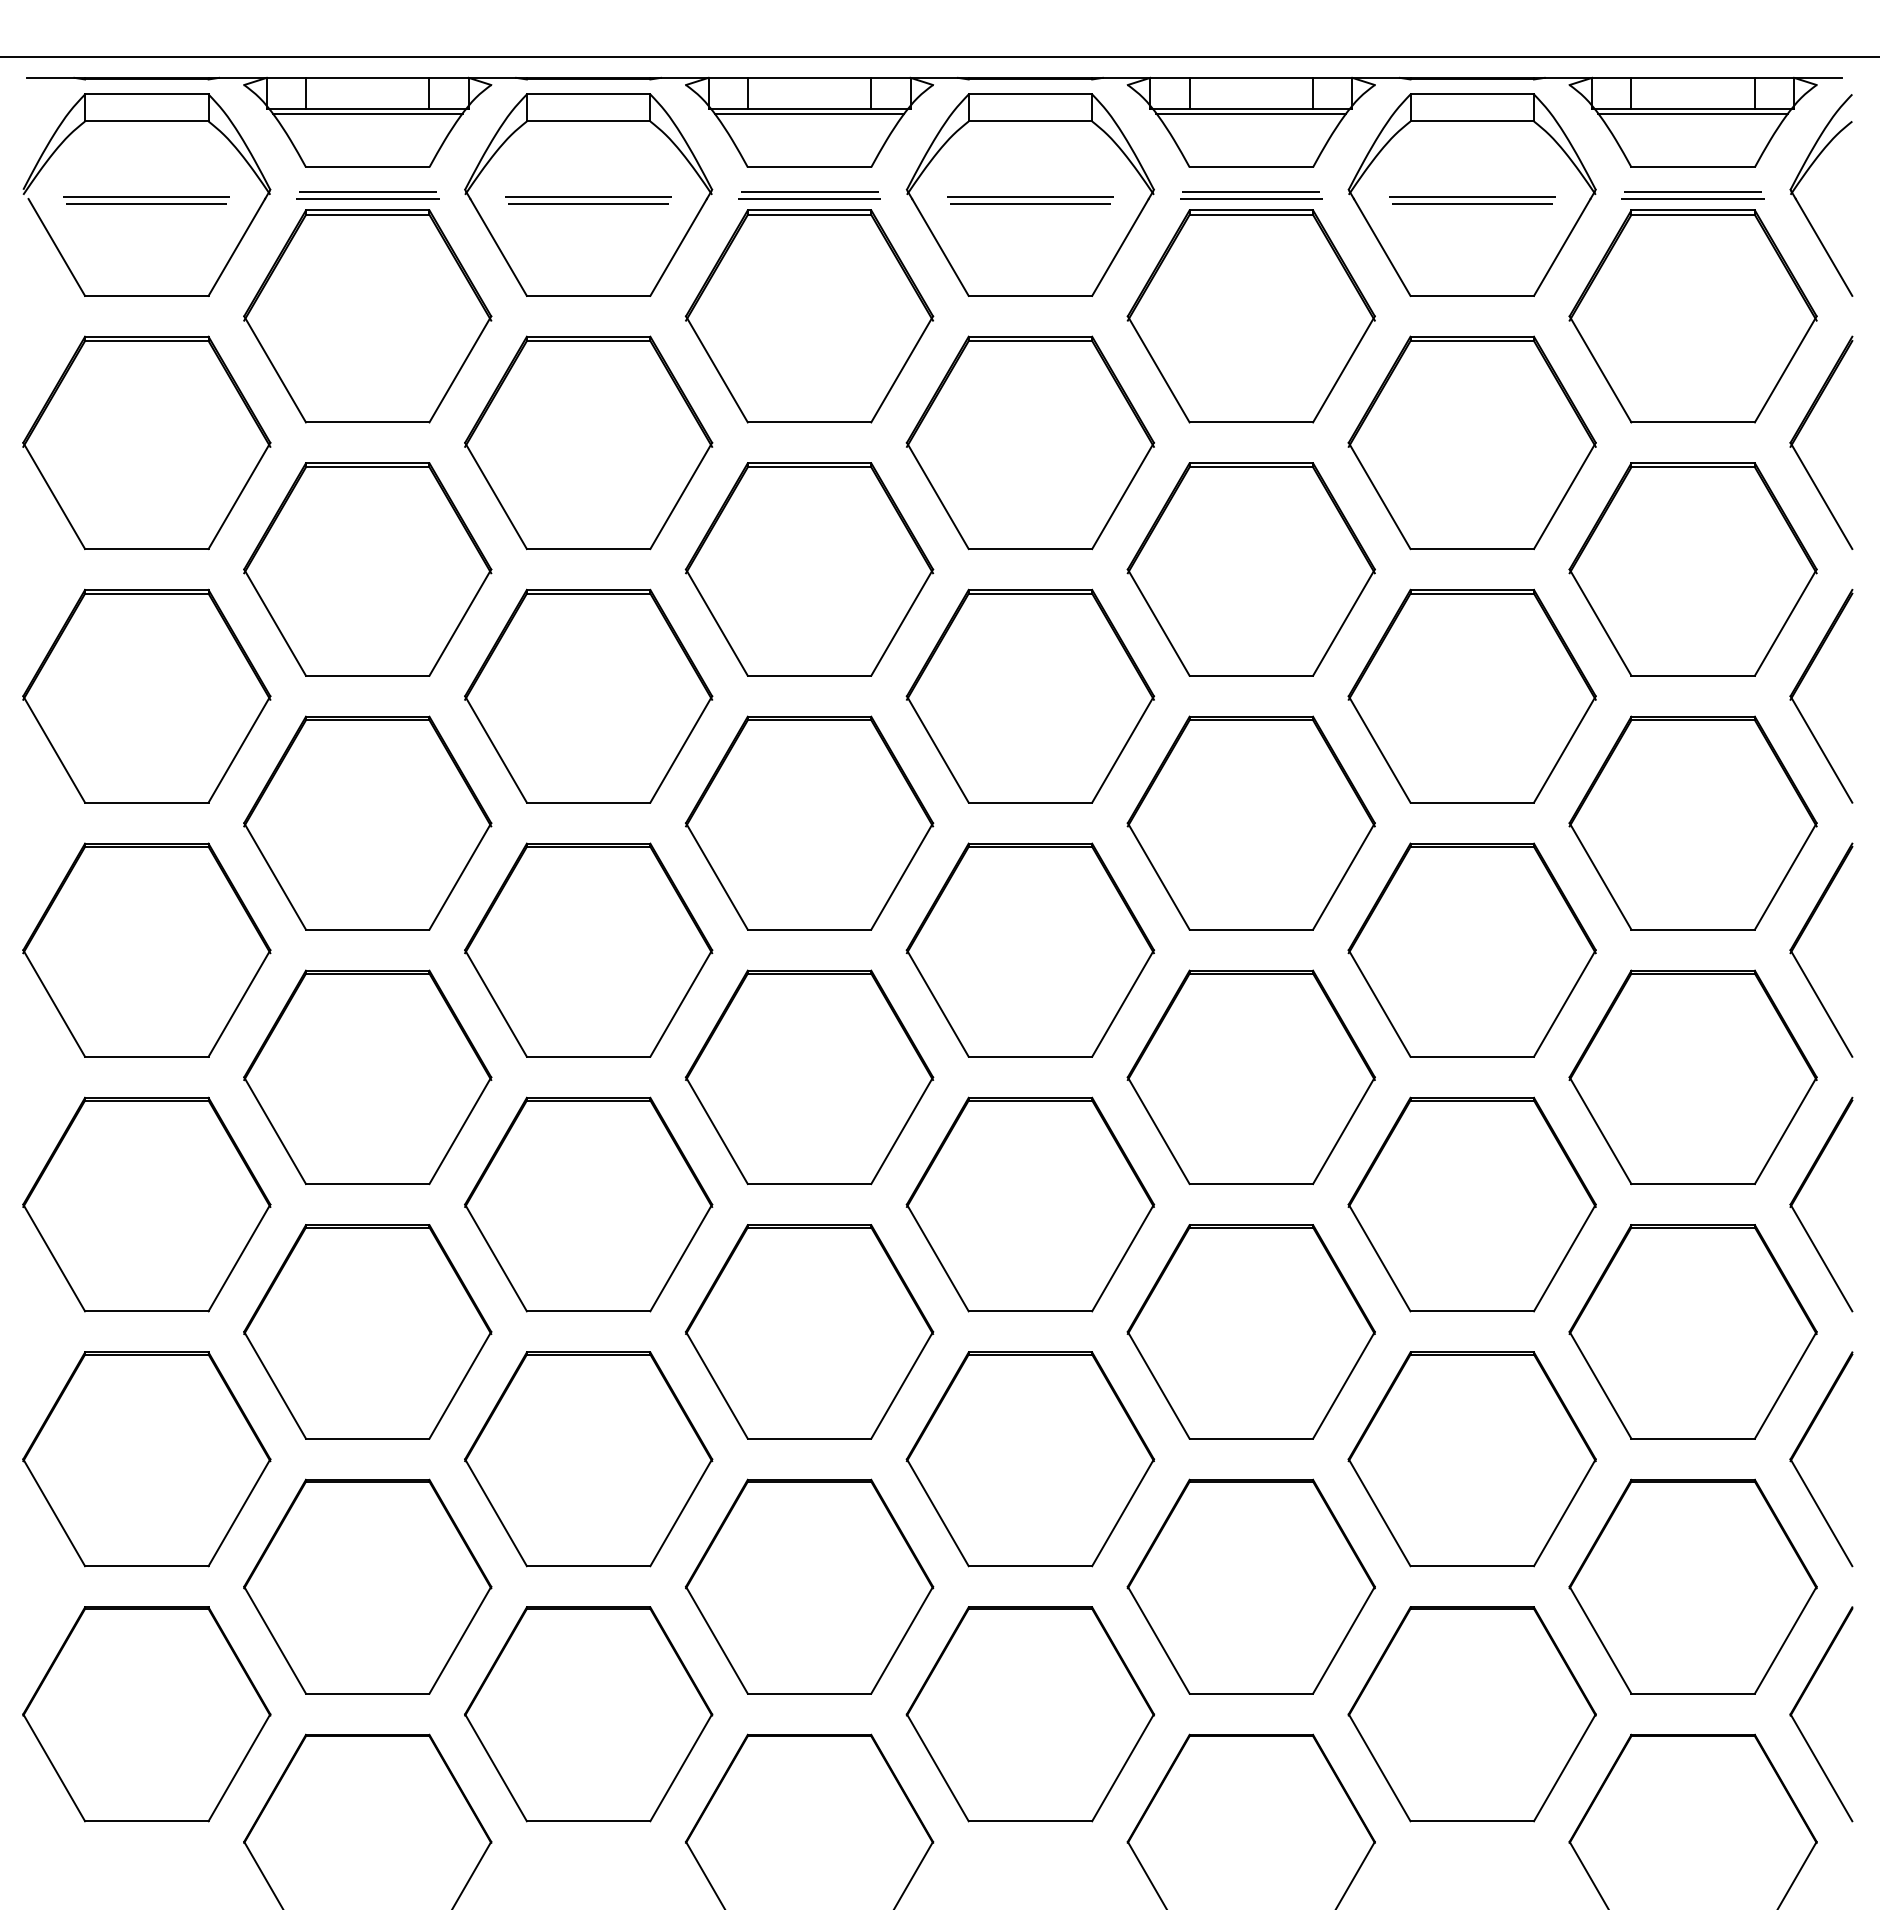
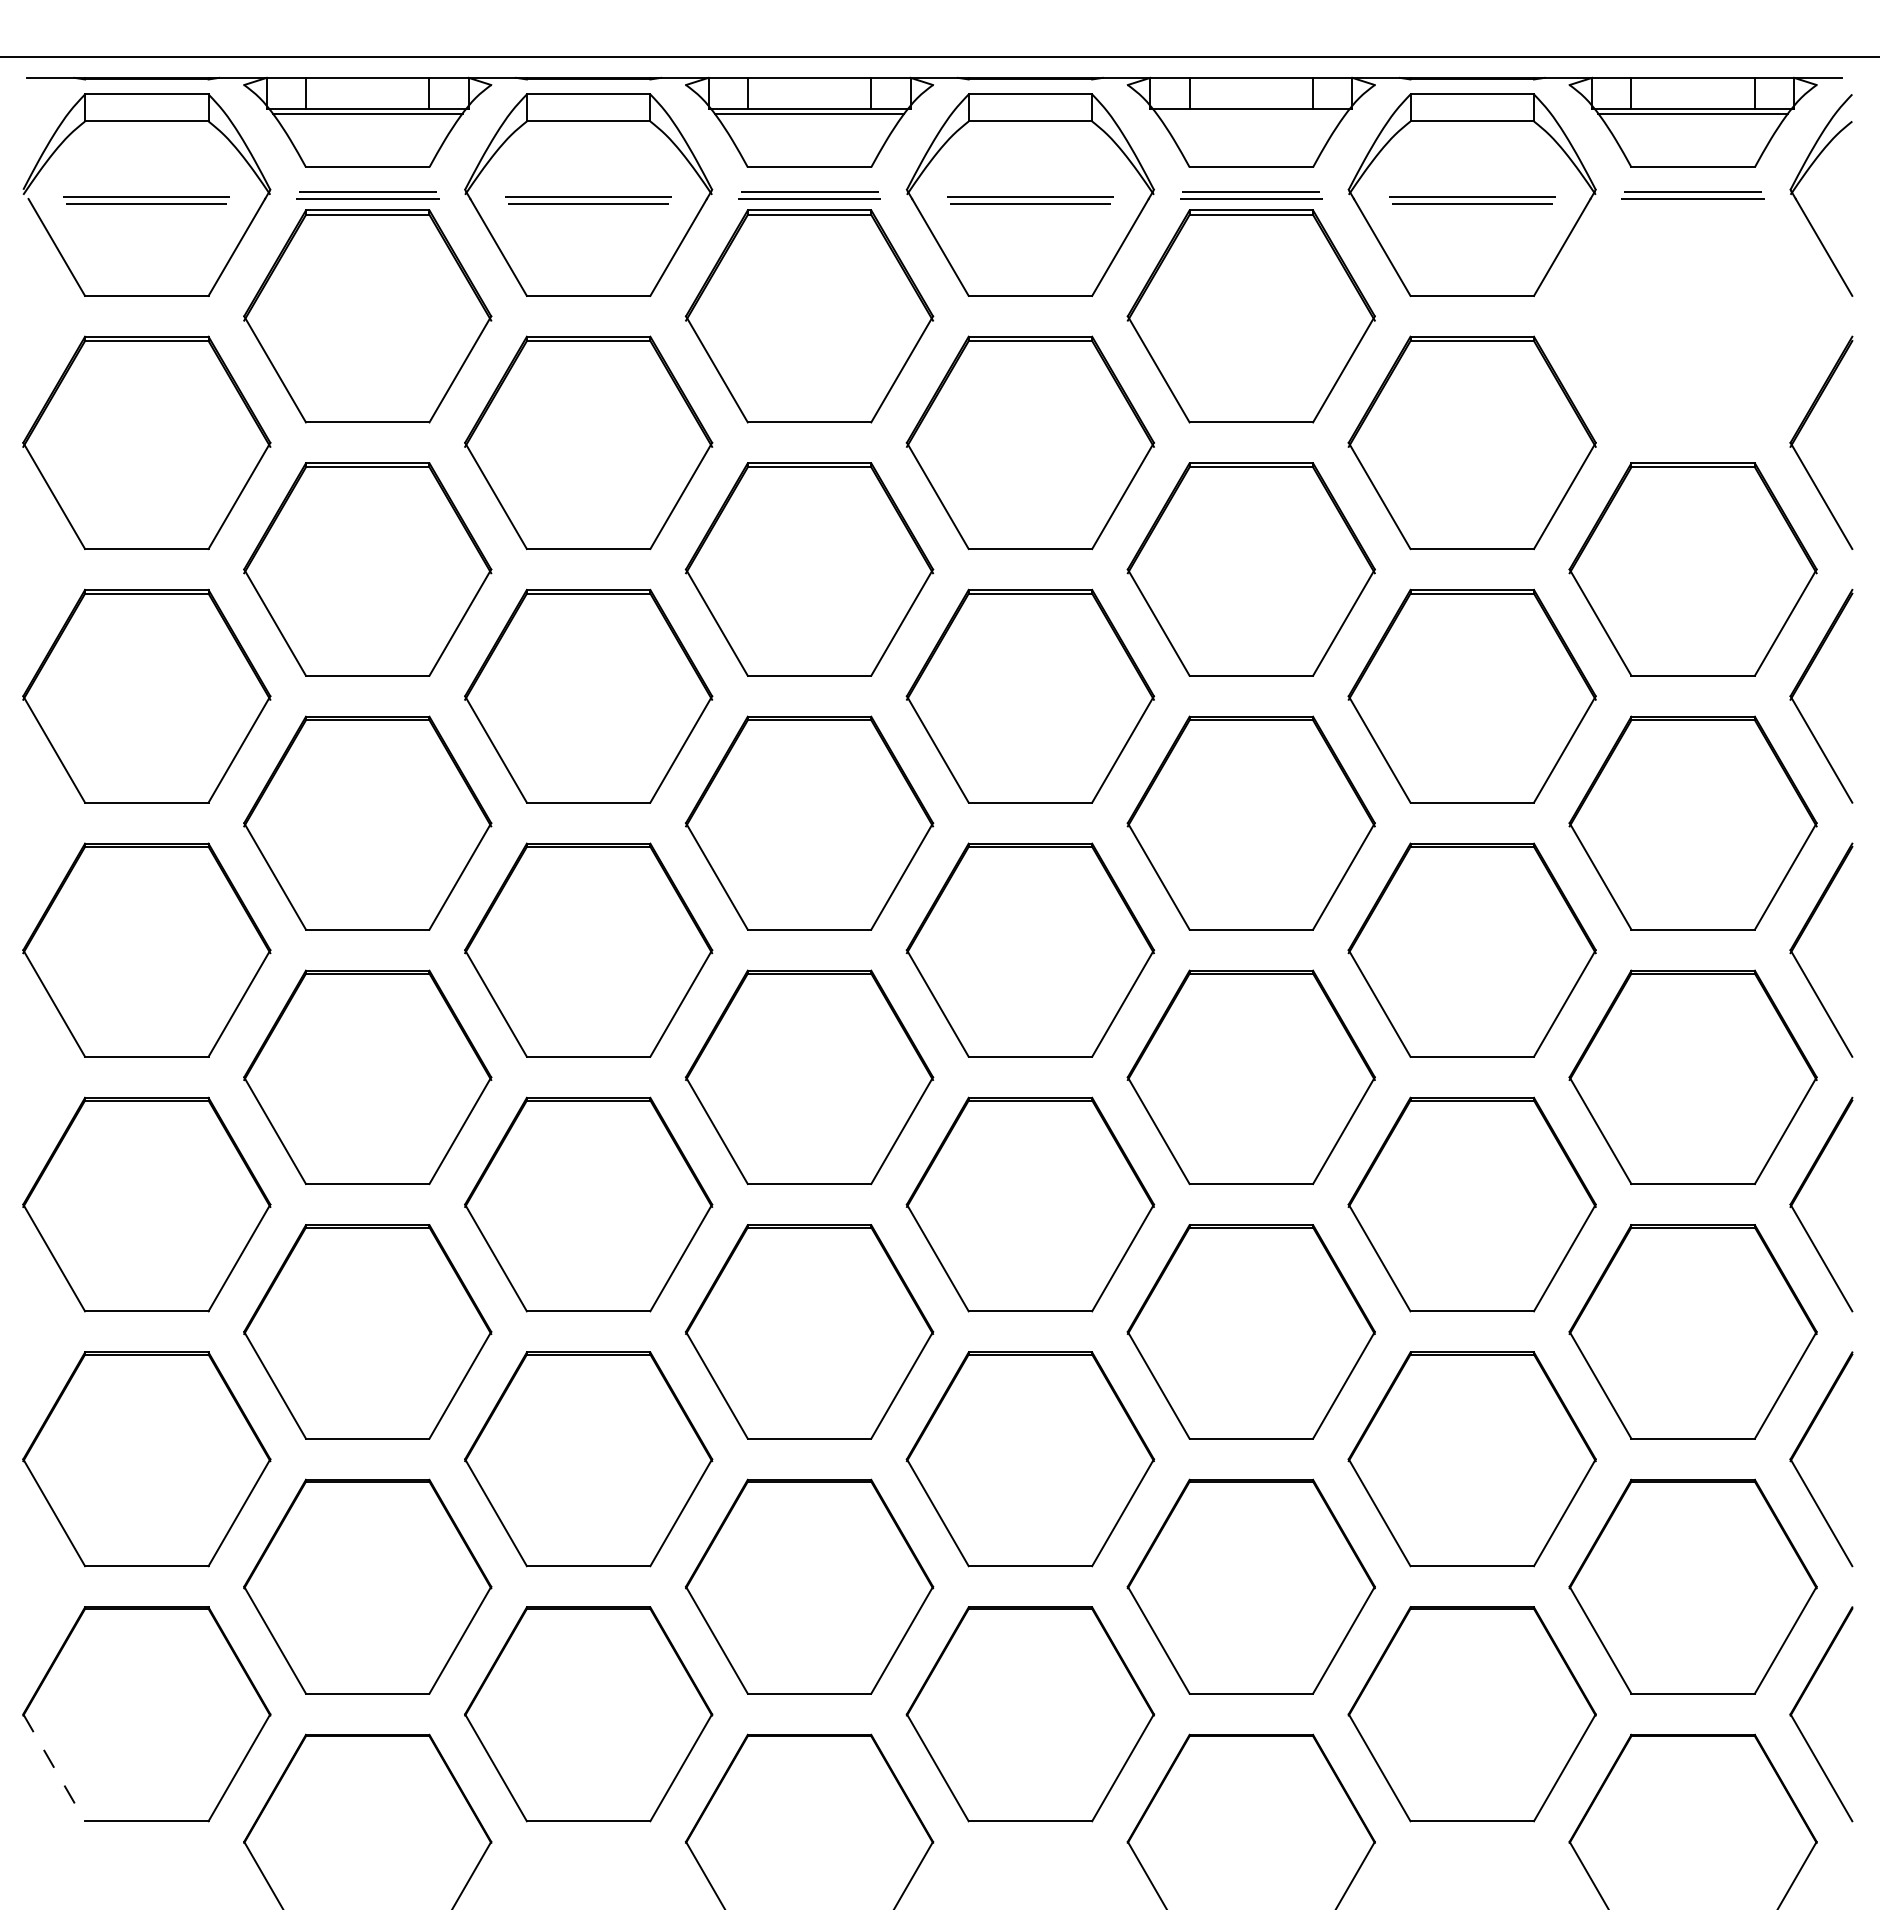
line at (1251, 113): present -> none
part at (1692, 316): present -> none
line at (54, 1767): solid -> dashed
